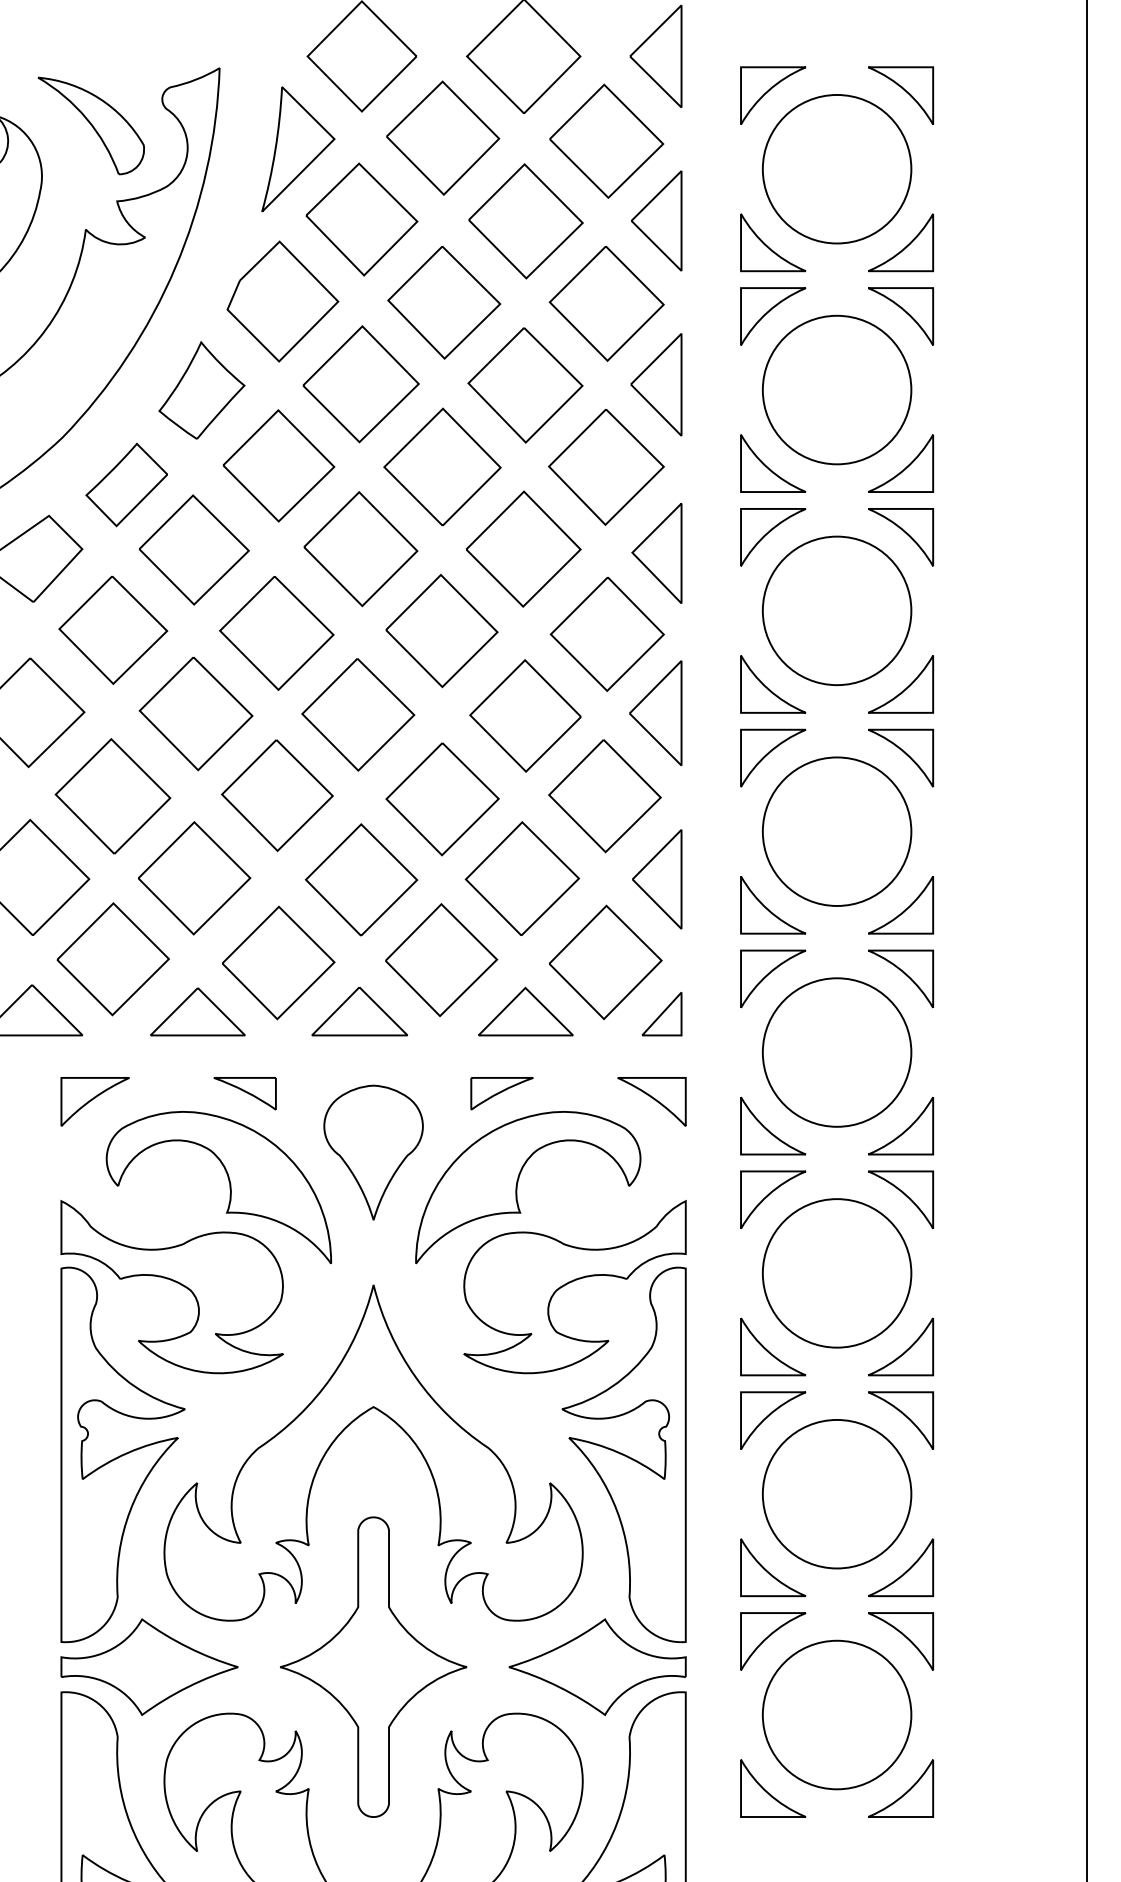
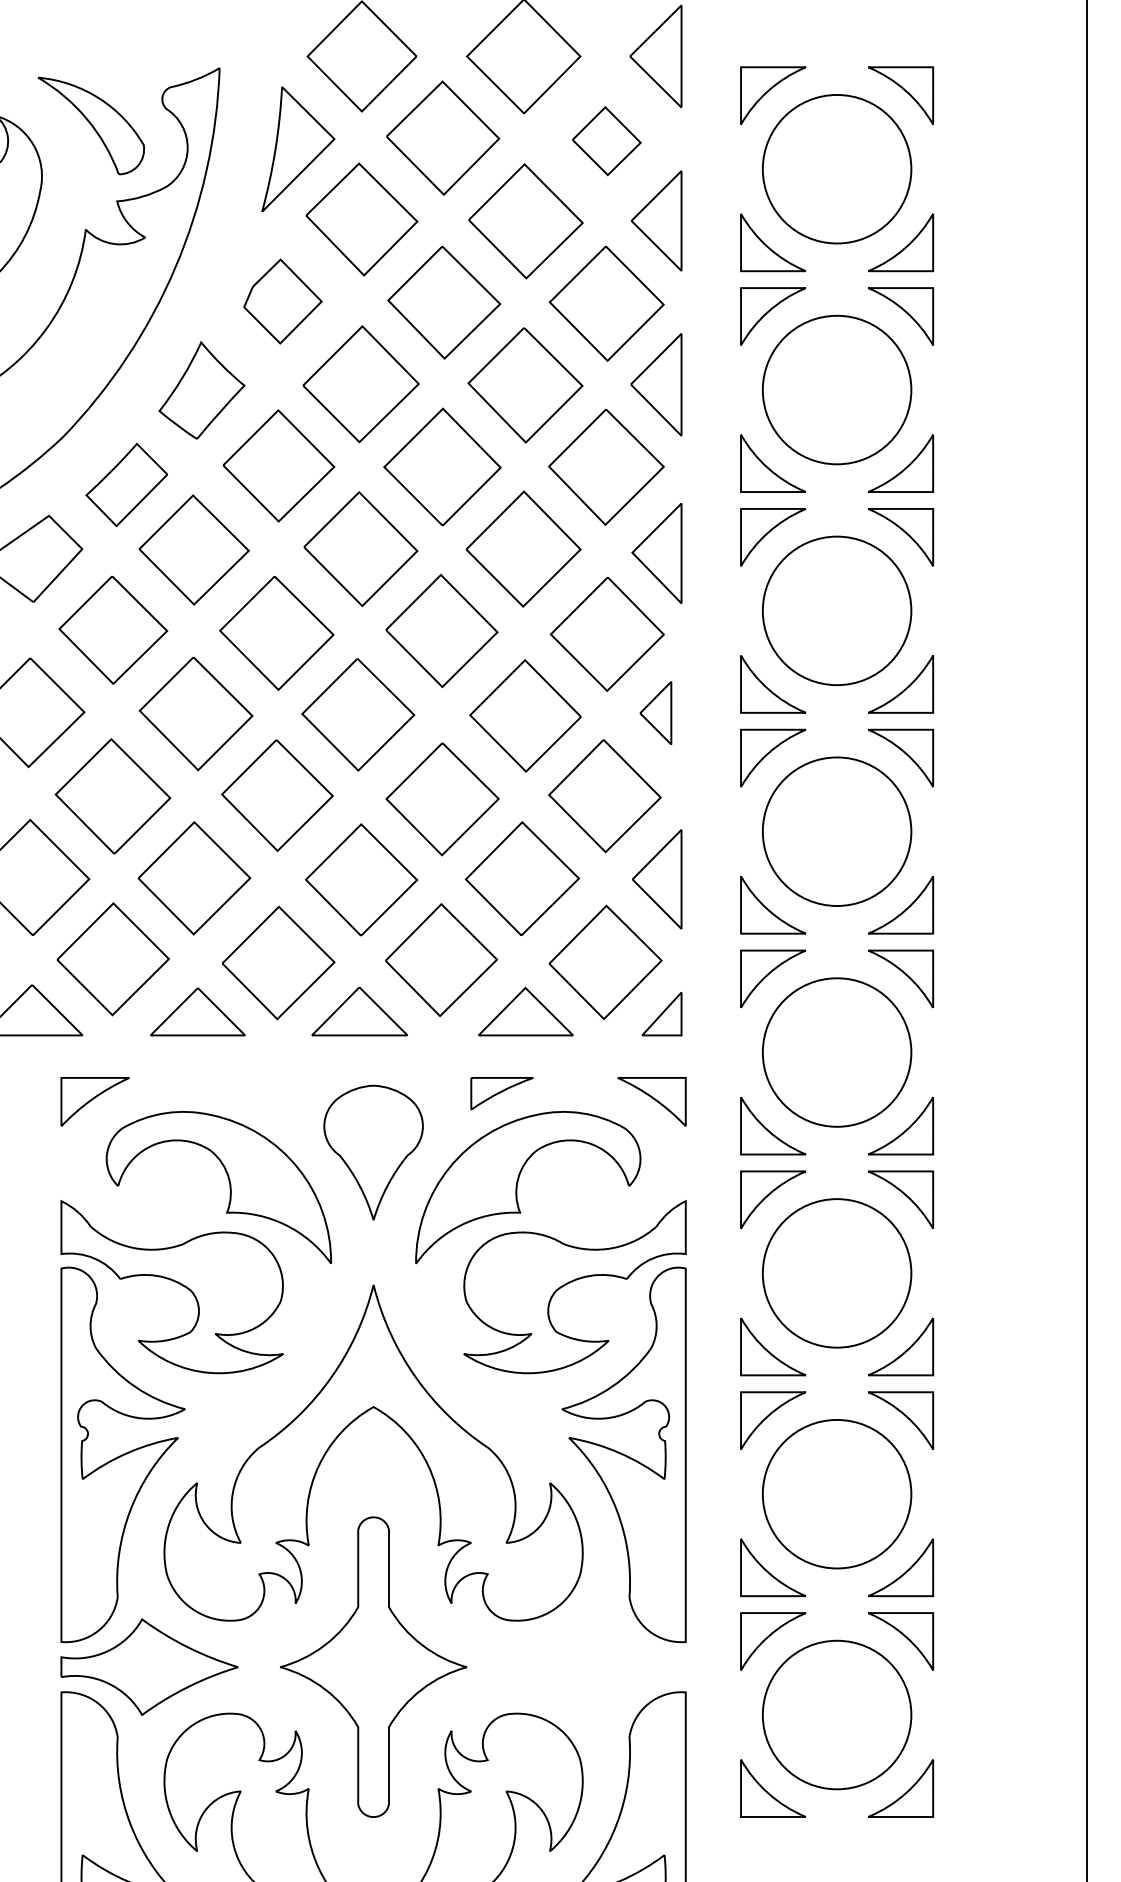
part at (606, 140) size: 116x116 px -> 70x71 px
part at (282, 301) size: 114x123 px -> 80x87 px
part at (655, 712) size: 54x106 px -> 34x64 px
part at (244, 1093): present -> none
part at (597, 1667): present -> none
